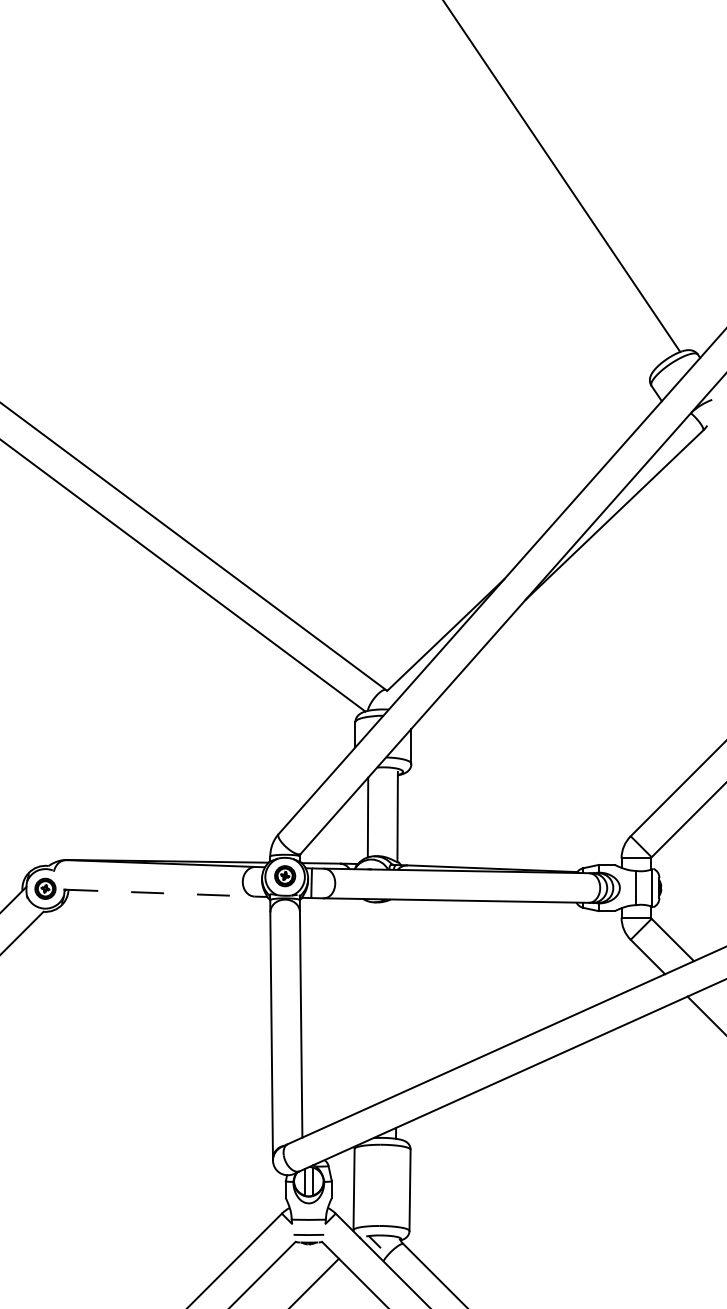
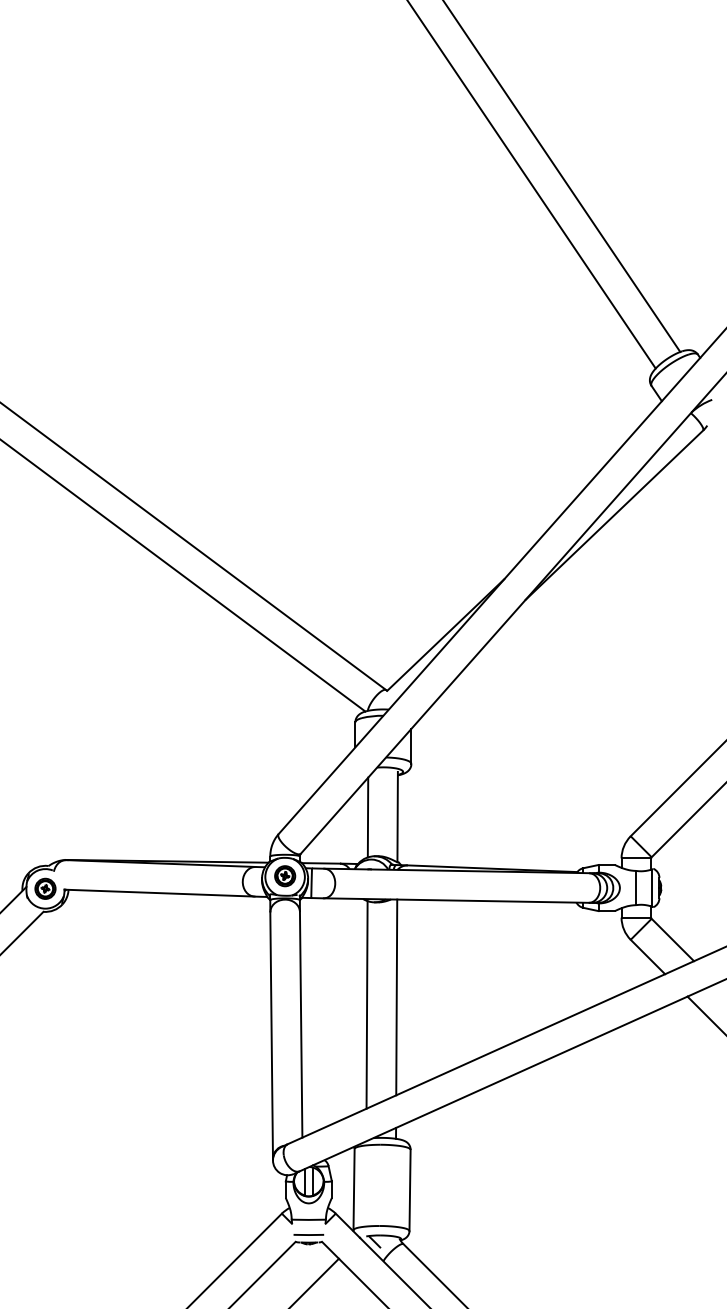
line at (532, 185): none -> present
line at (159, 893): dashed -> solid
line at (396, 997): none -> present
line at (366, 1004): none -> present
